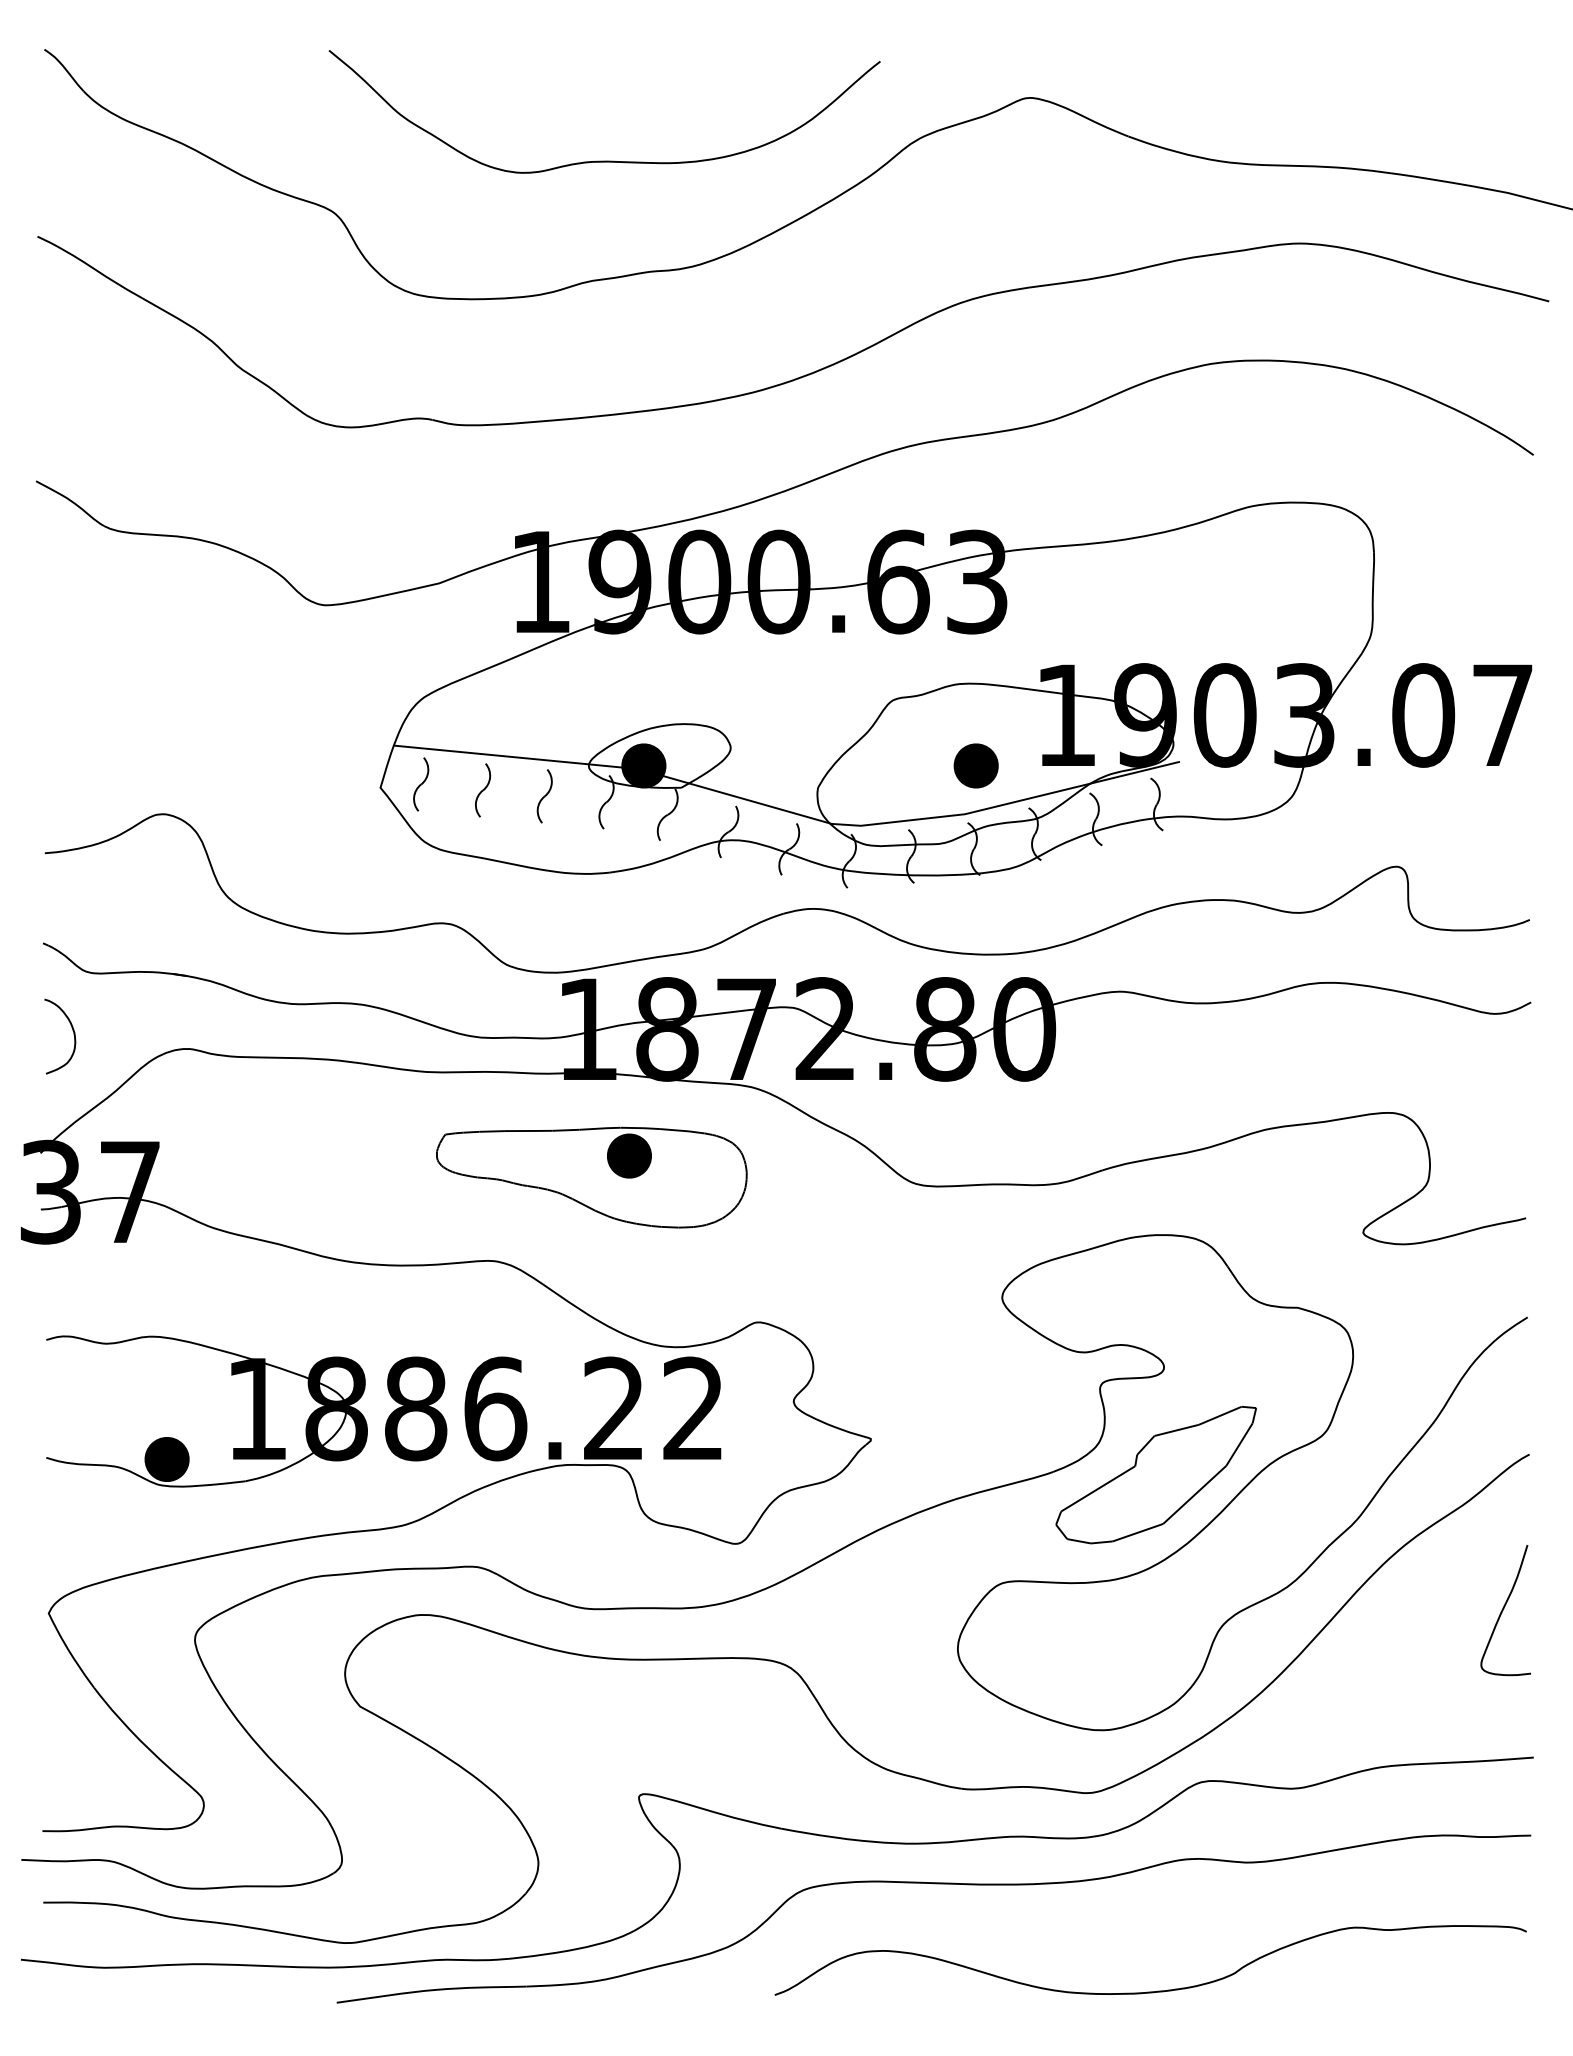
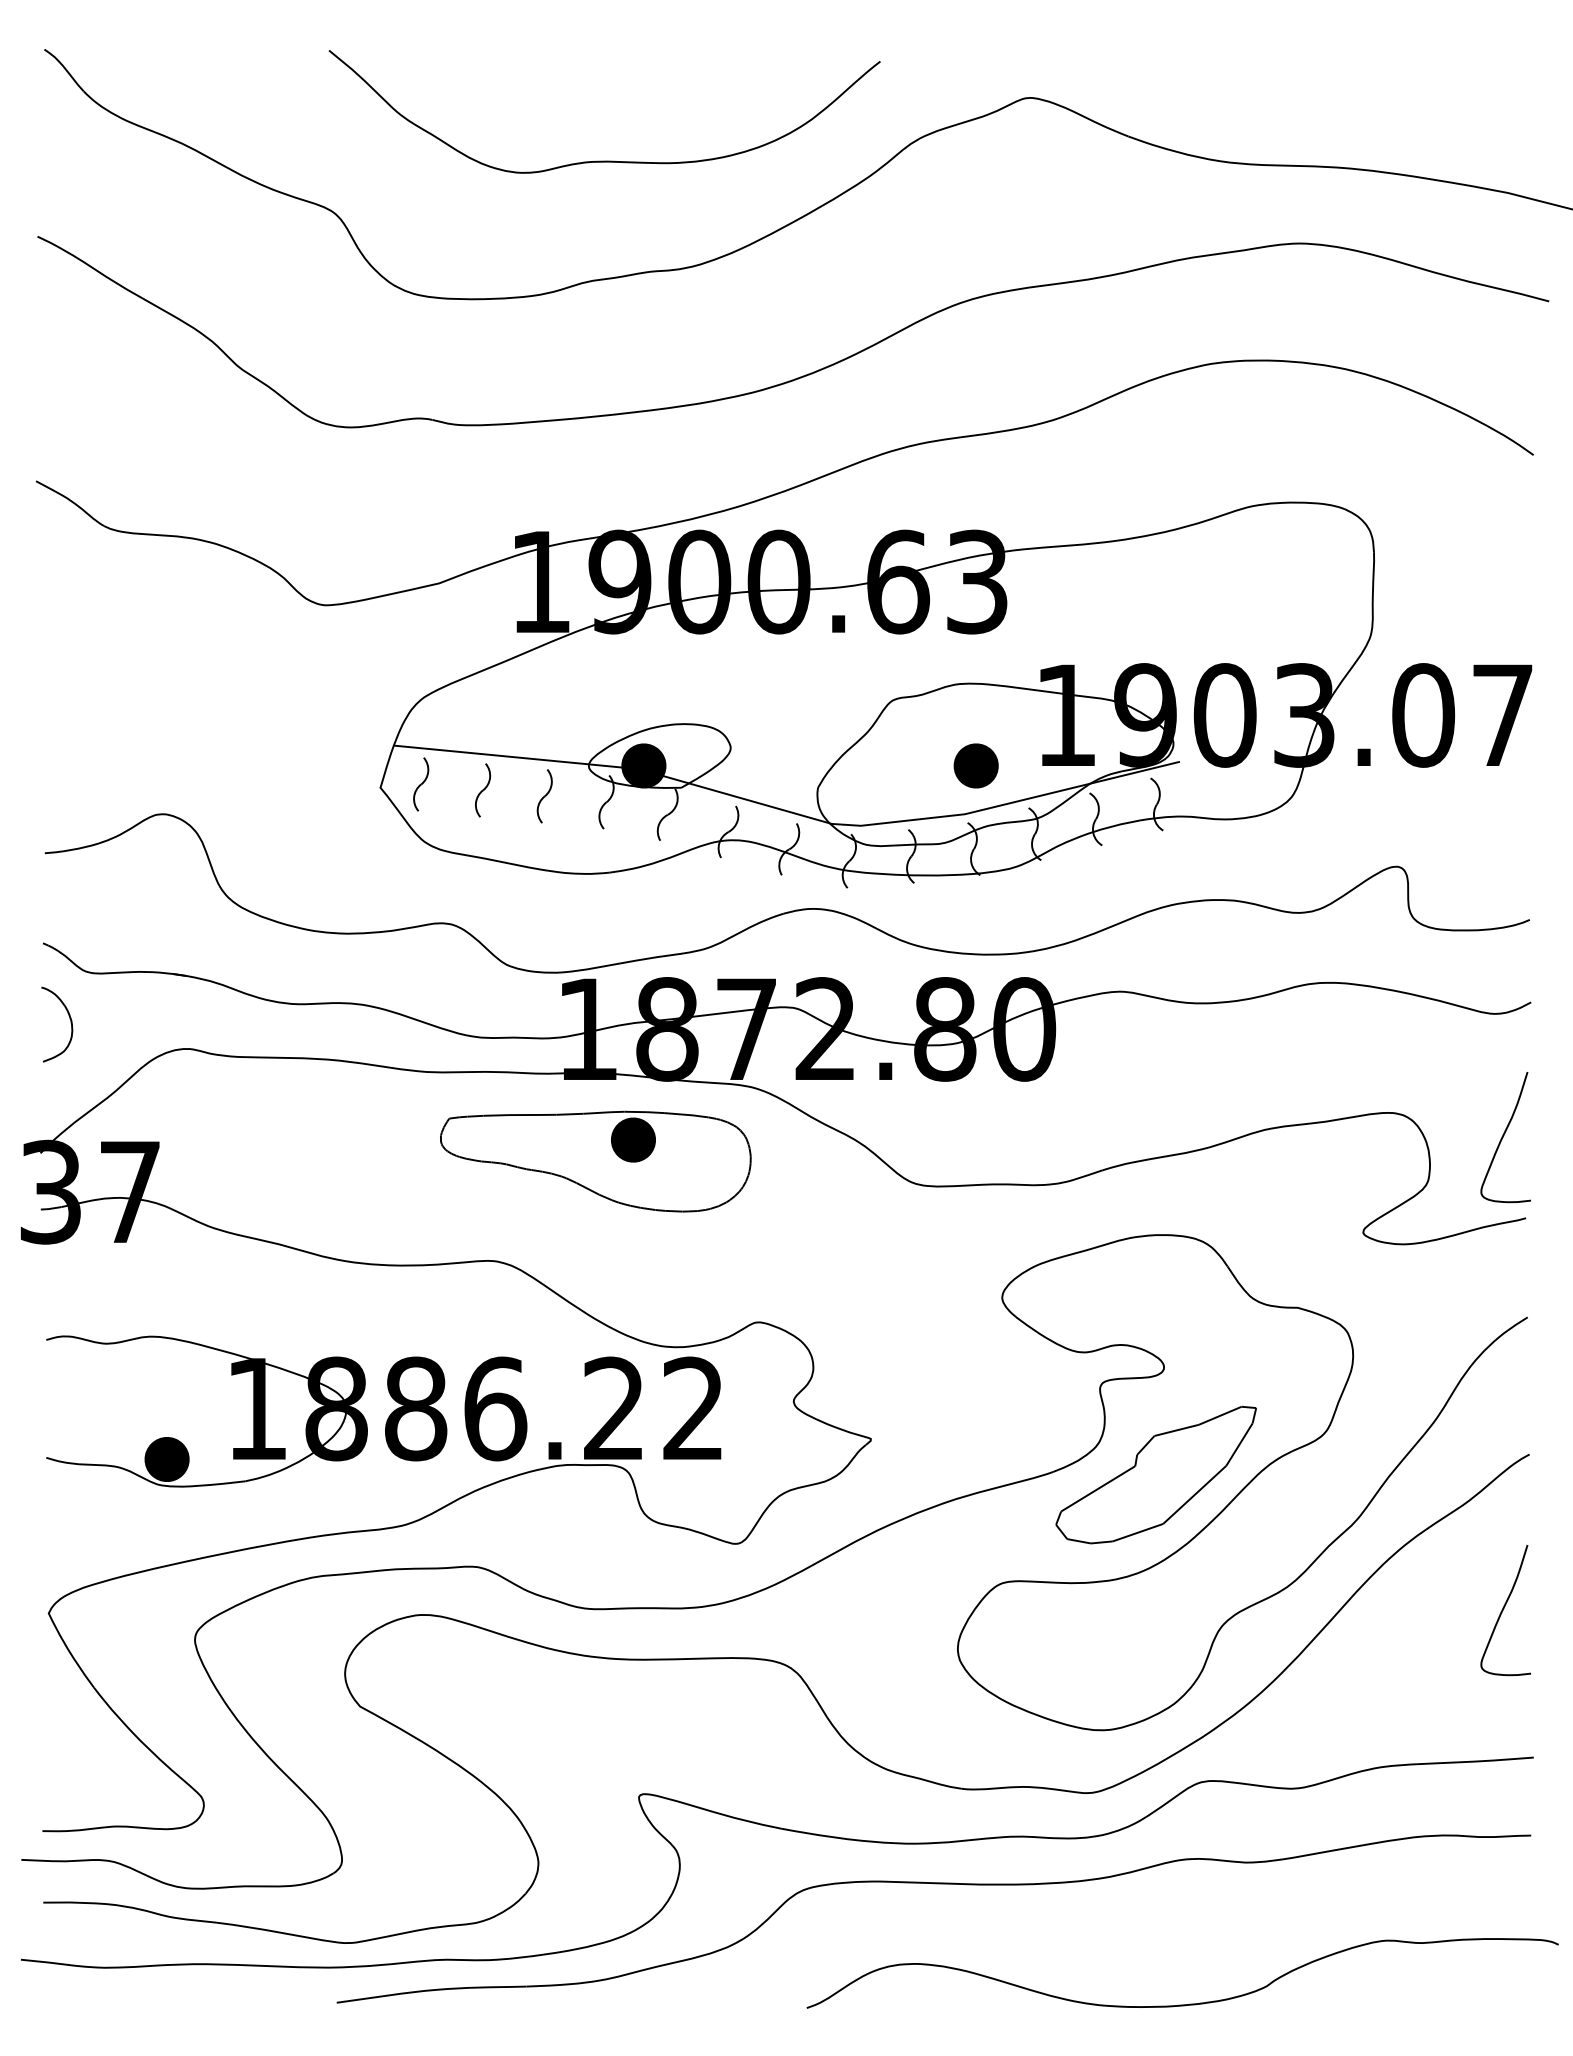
curve at (73, 1035) position: (73, 1035) -> (70, 1023)
curve at (1503, 1137): none -> present
part at (591, 1177) position: (591, 1177) -> (595, 1161)
curve at (1157, 1990) position: (1157, 1990) -> (1189, 2003)
